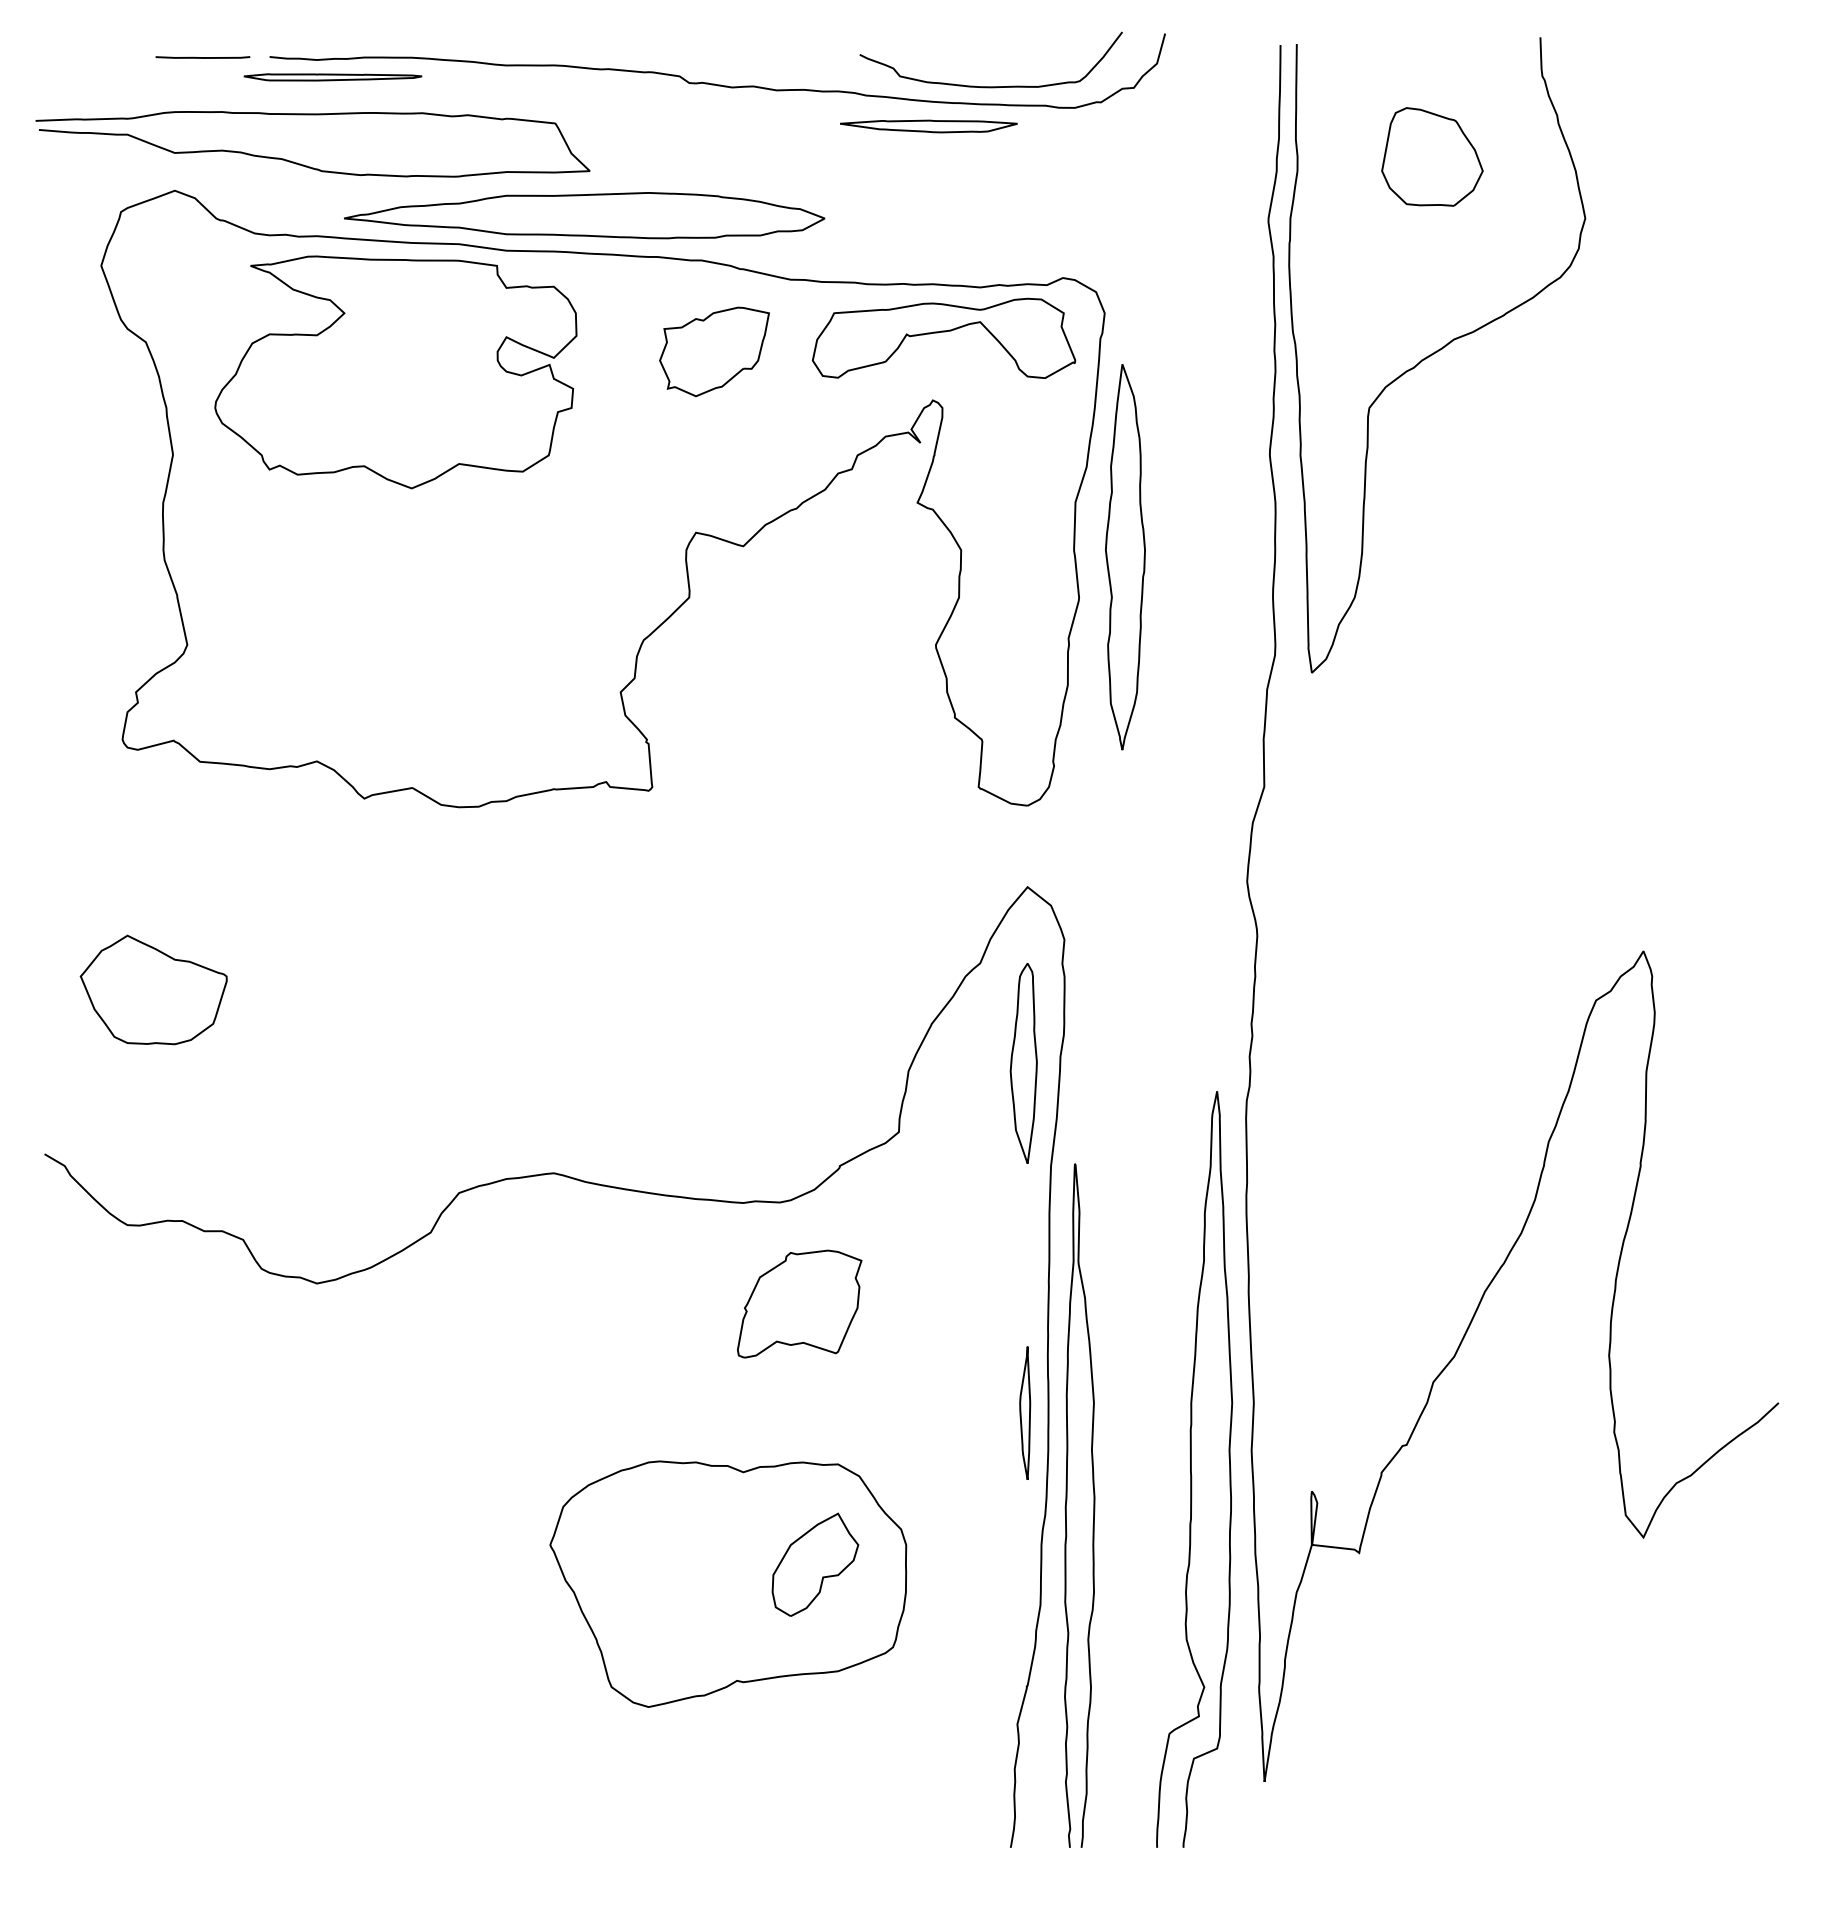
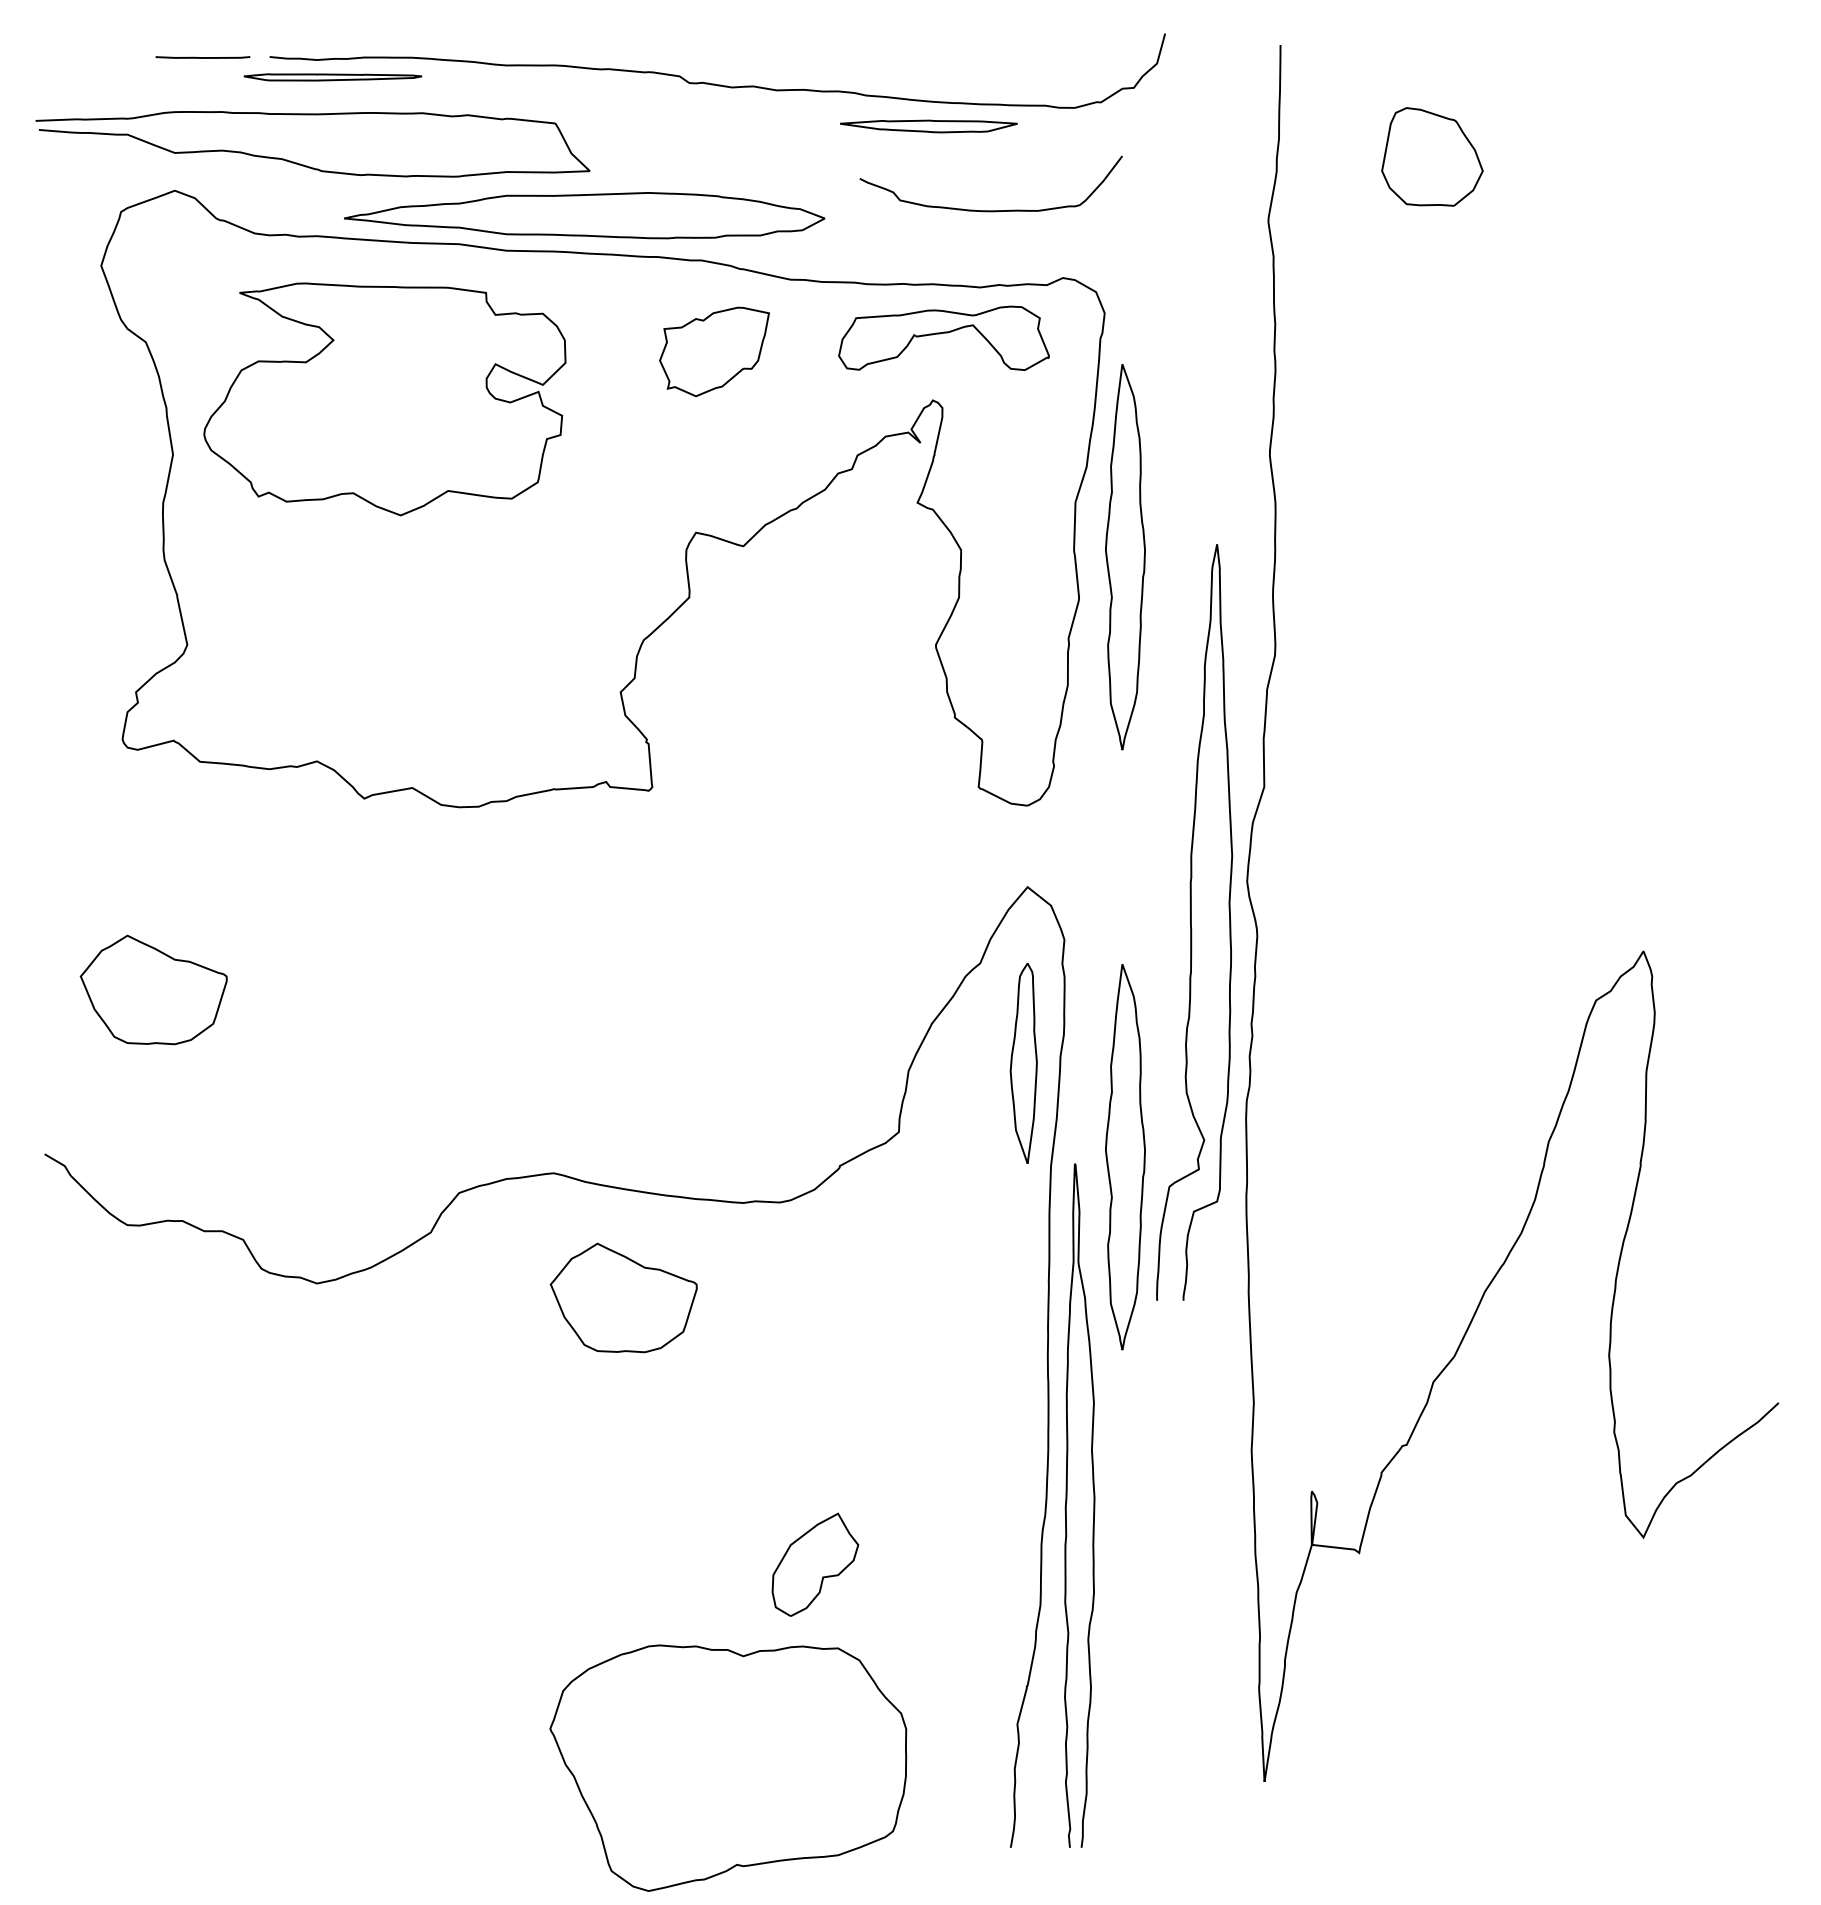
curve at (990, 86) position: (990, 86) -> (990, 210)
part at (943, 337) size: 266x82 px -> 212x66 px
curve at (1435, 353): present -> none
part at (395, 372) position: (395, 372) -> (384, 399)
part at (1125, 1157): none -> present
part at (623, 1297): none -> present
part at (799, 1303): present -> none
part at (1025, 1412): present -> none
curve at (1191, 1469) position: (1191, 1469) -> (1191, 922)
part at (728, 1583) position: (728, 1583) -> (728, 1767)
